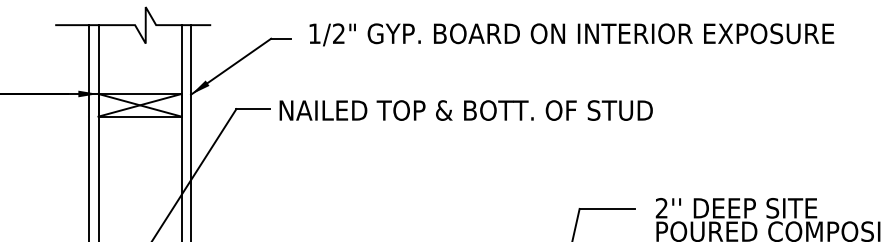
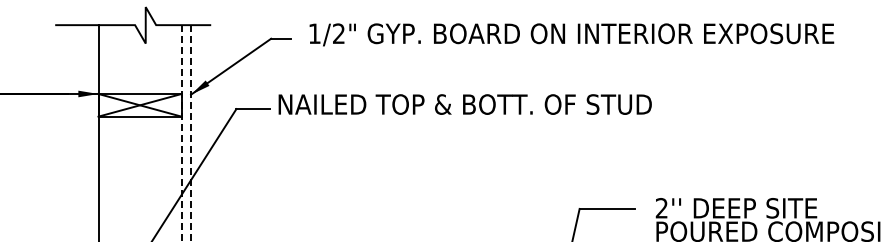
text at (465, 110) position: (465, 110) -> (464, 104)
line at (89, 131): present -> none
line at (181, 133): solid -> dashed
line at (191, 134): solid -> dashed
